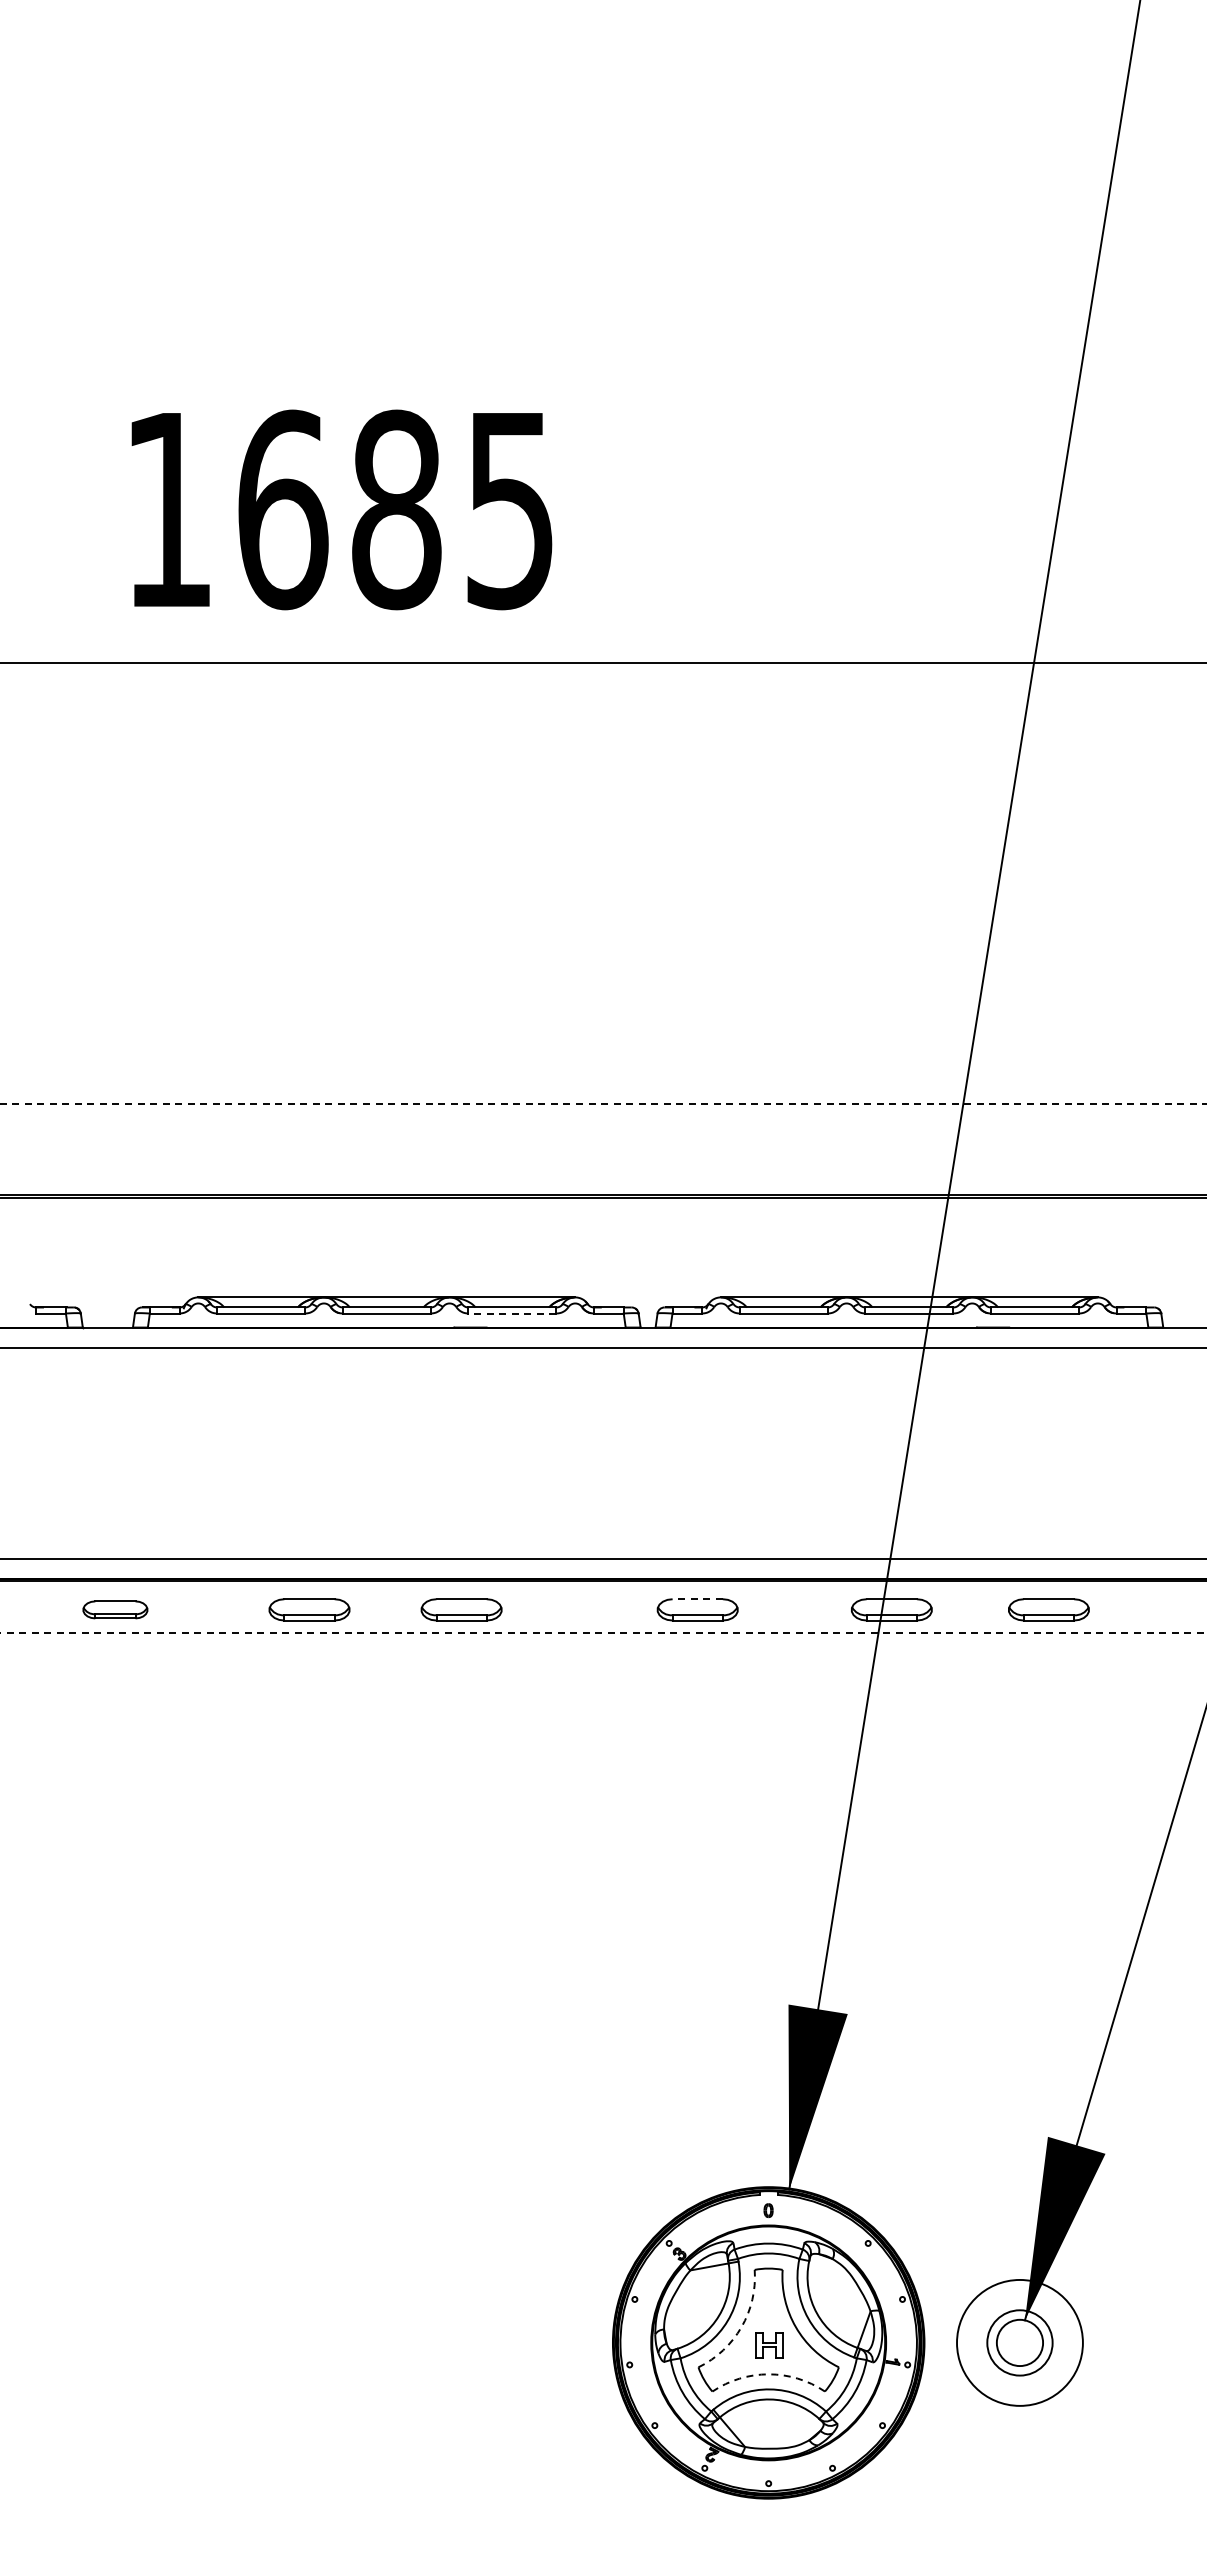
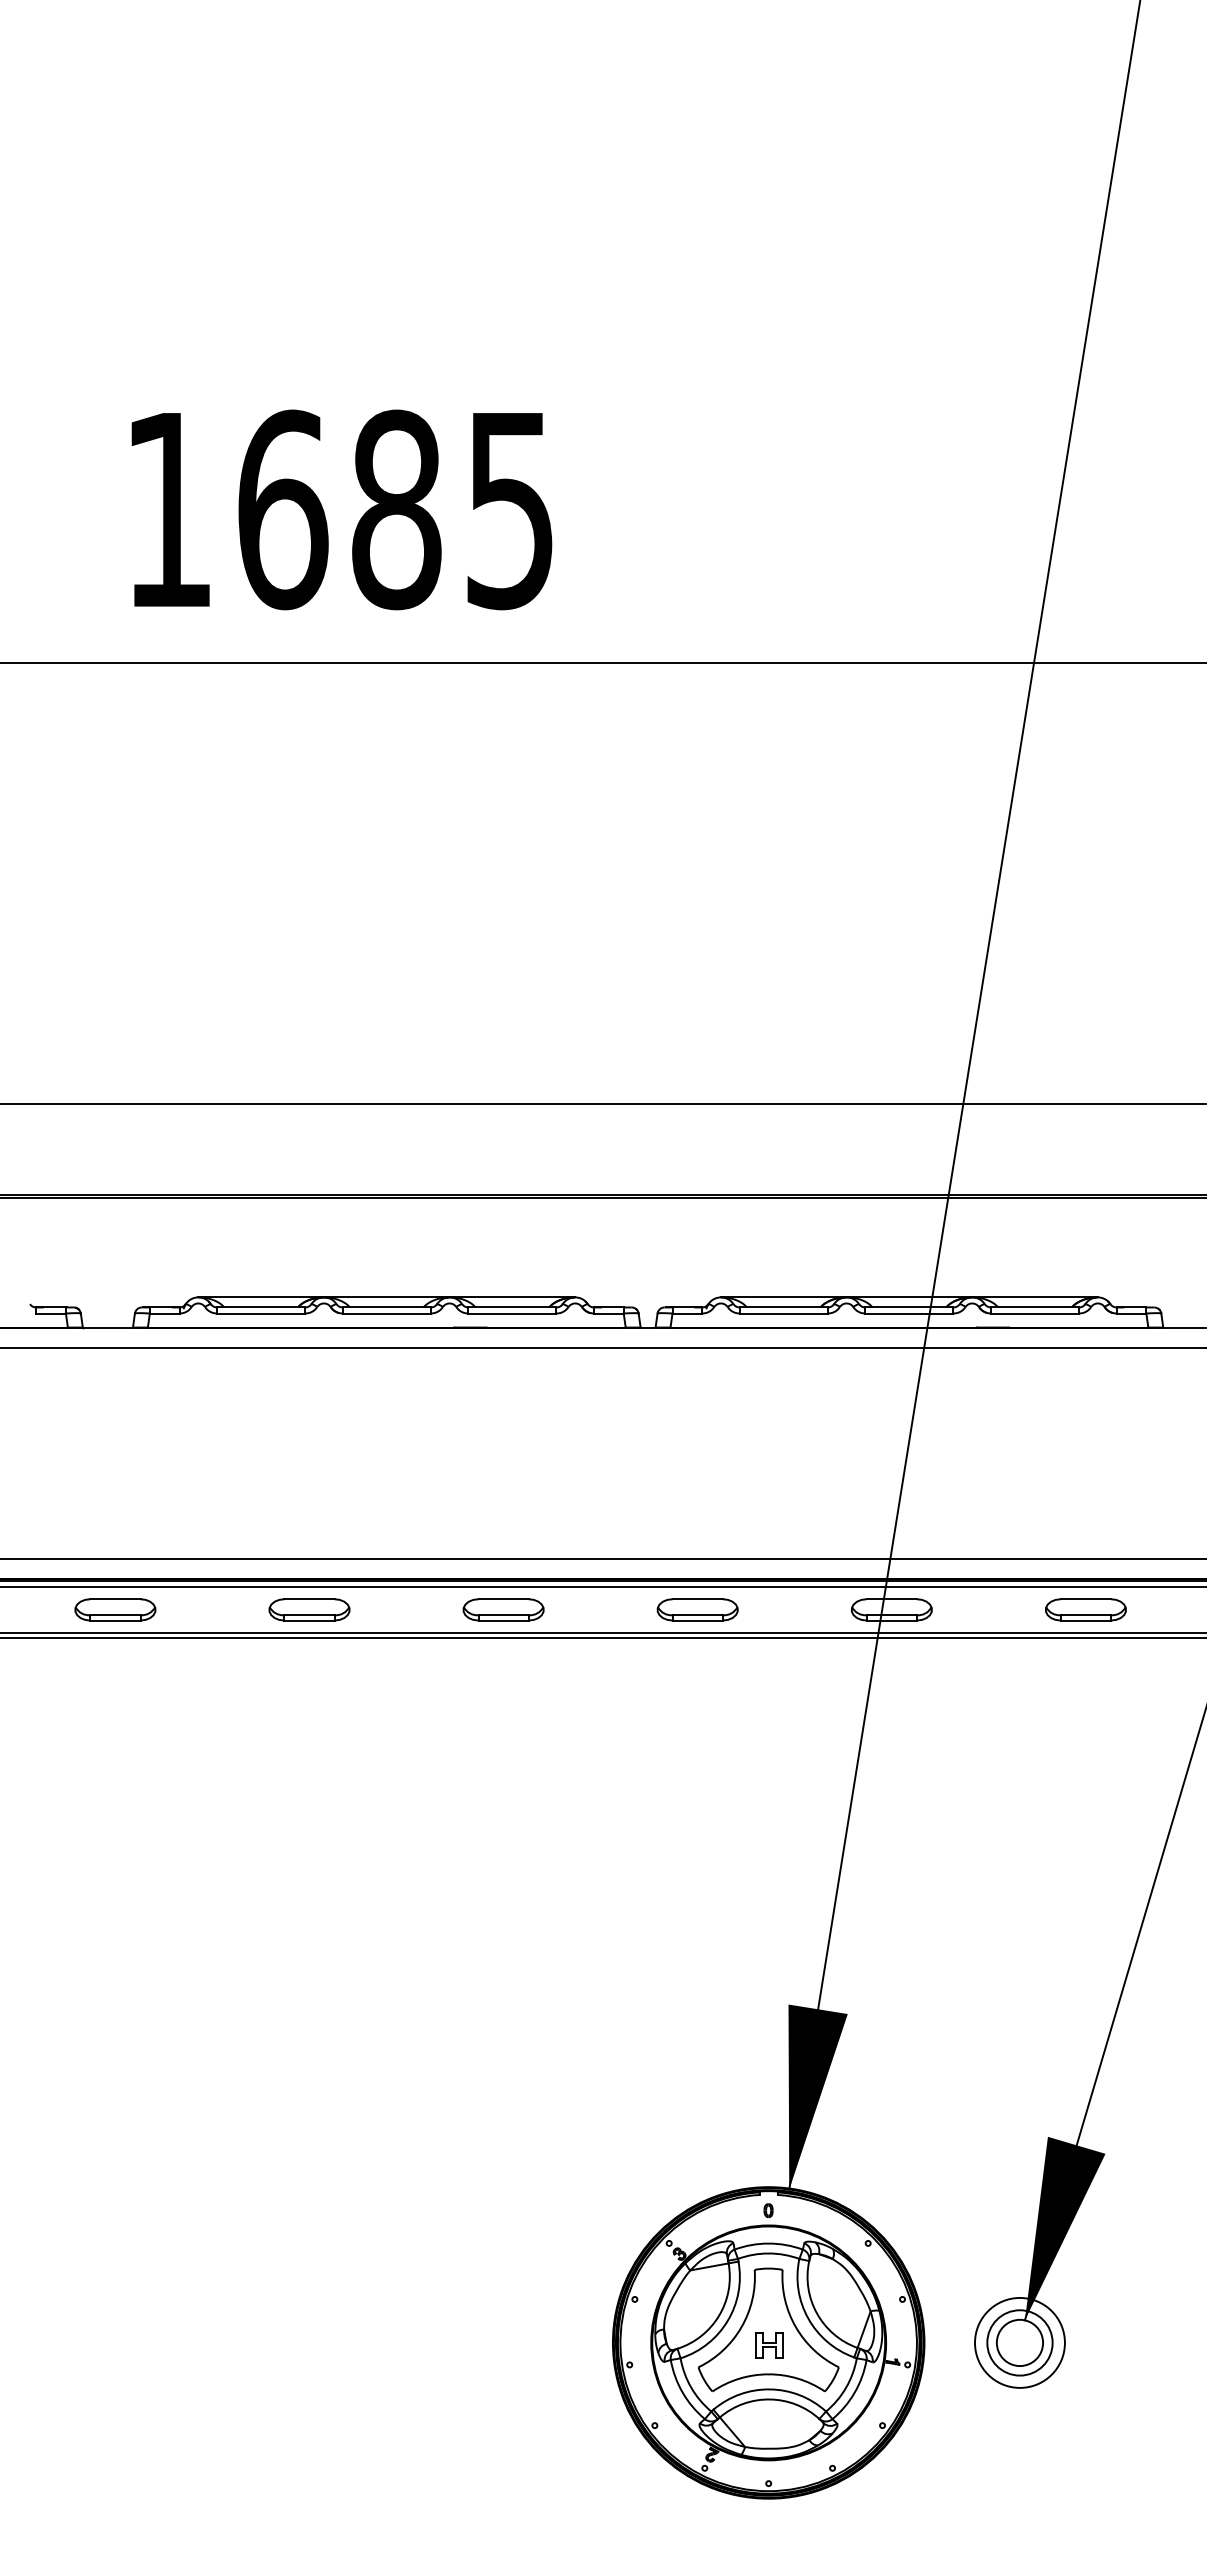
line at (603, 1104): dashed -> solid
line at (511, 1313): dashed -> solid
line at (602, 1586): none -> present
line at (697, 1599): dashed -> solid
part at (115, 1609) size: 67x20 px -> 83x24 px
part at (461, 1609) position: (461, 1609) -> (503, 1609)
part at (1048, 1609) position: (1048, 1609) -> (1085, 1609)
line at (603, 1632): dashed -> solid
line at (602, 1637): none -> present
arc at (741, 2327): dashed -> solid
circle at (1019, 2342) diameter: 126 px -> 90 px
arc at (768, 2374): dashed -> solid
